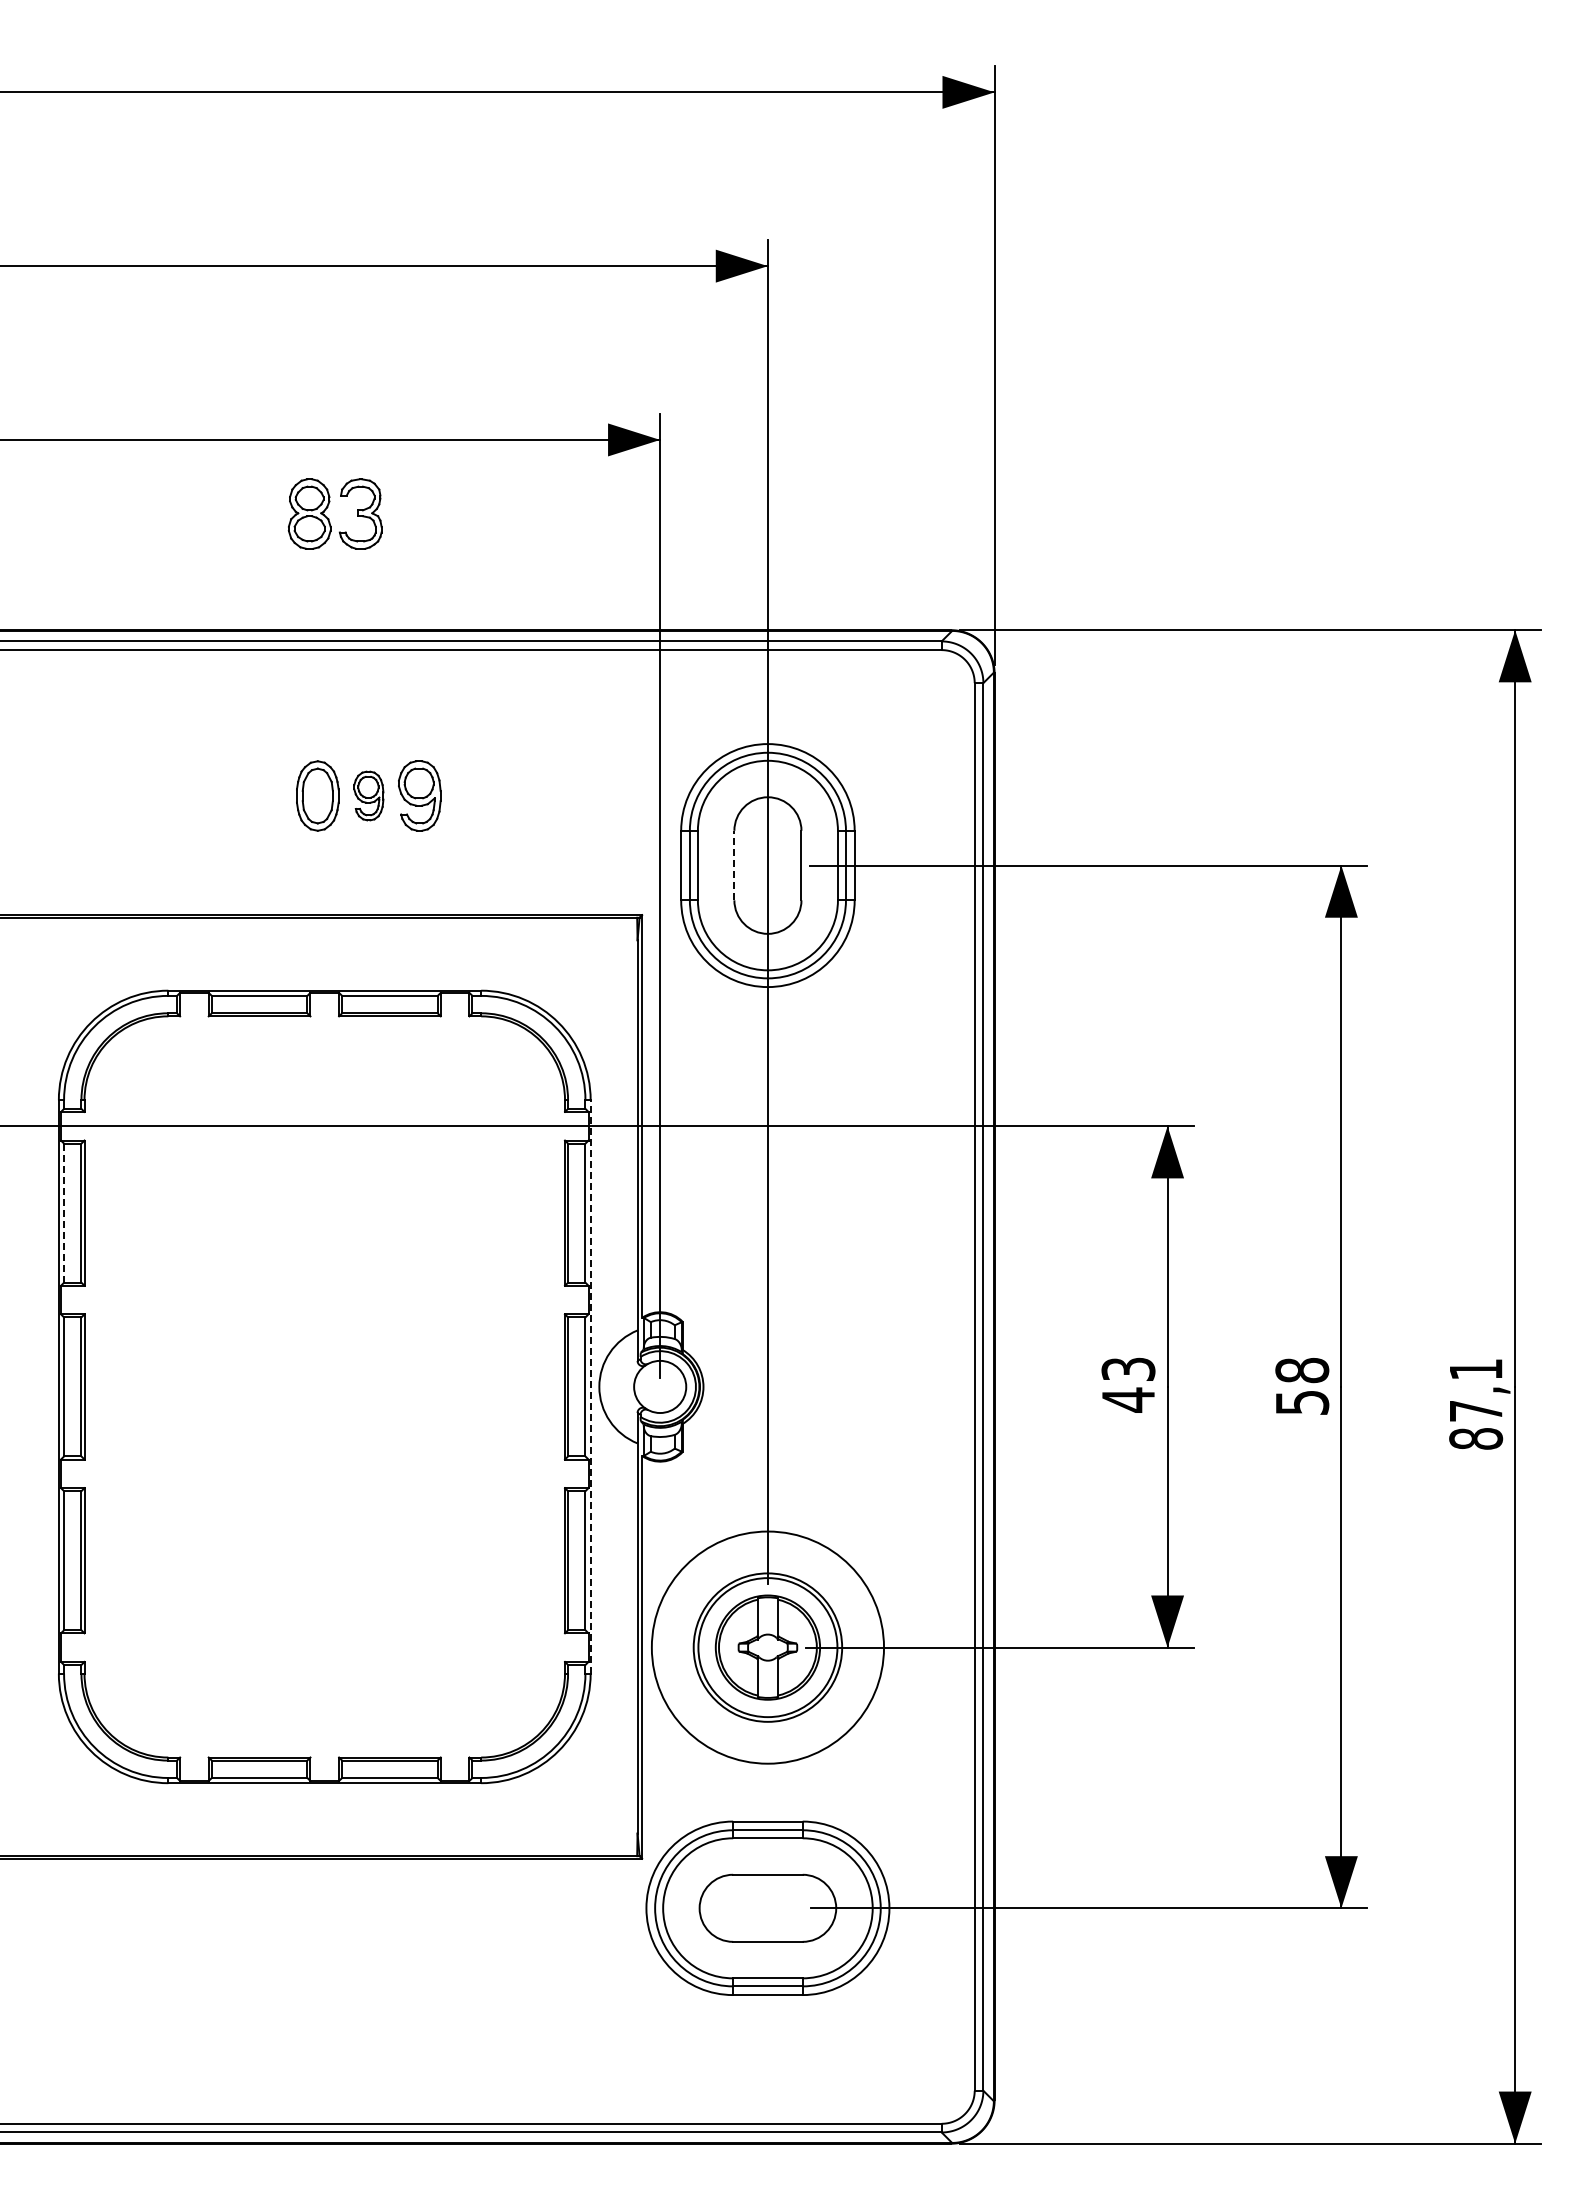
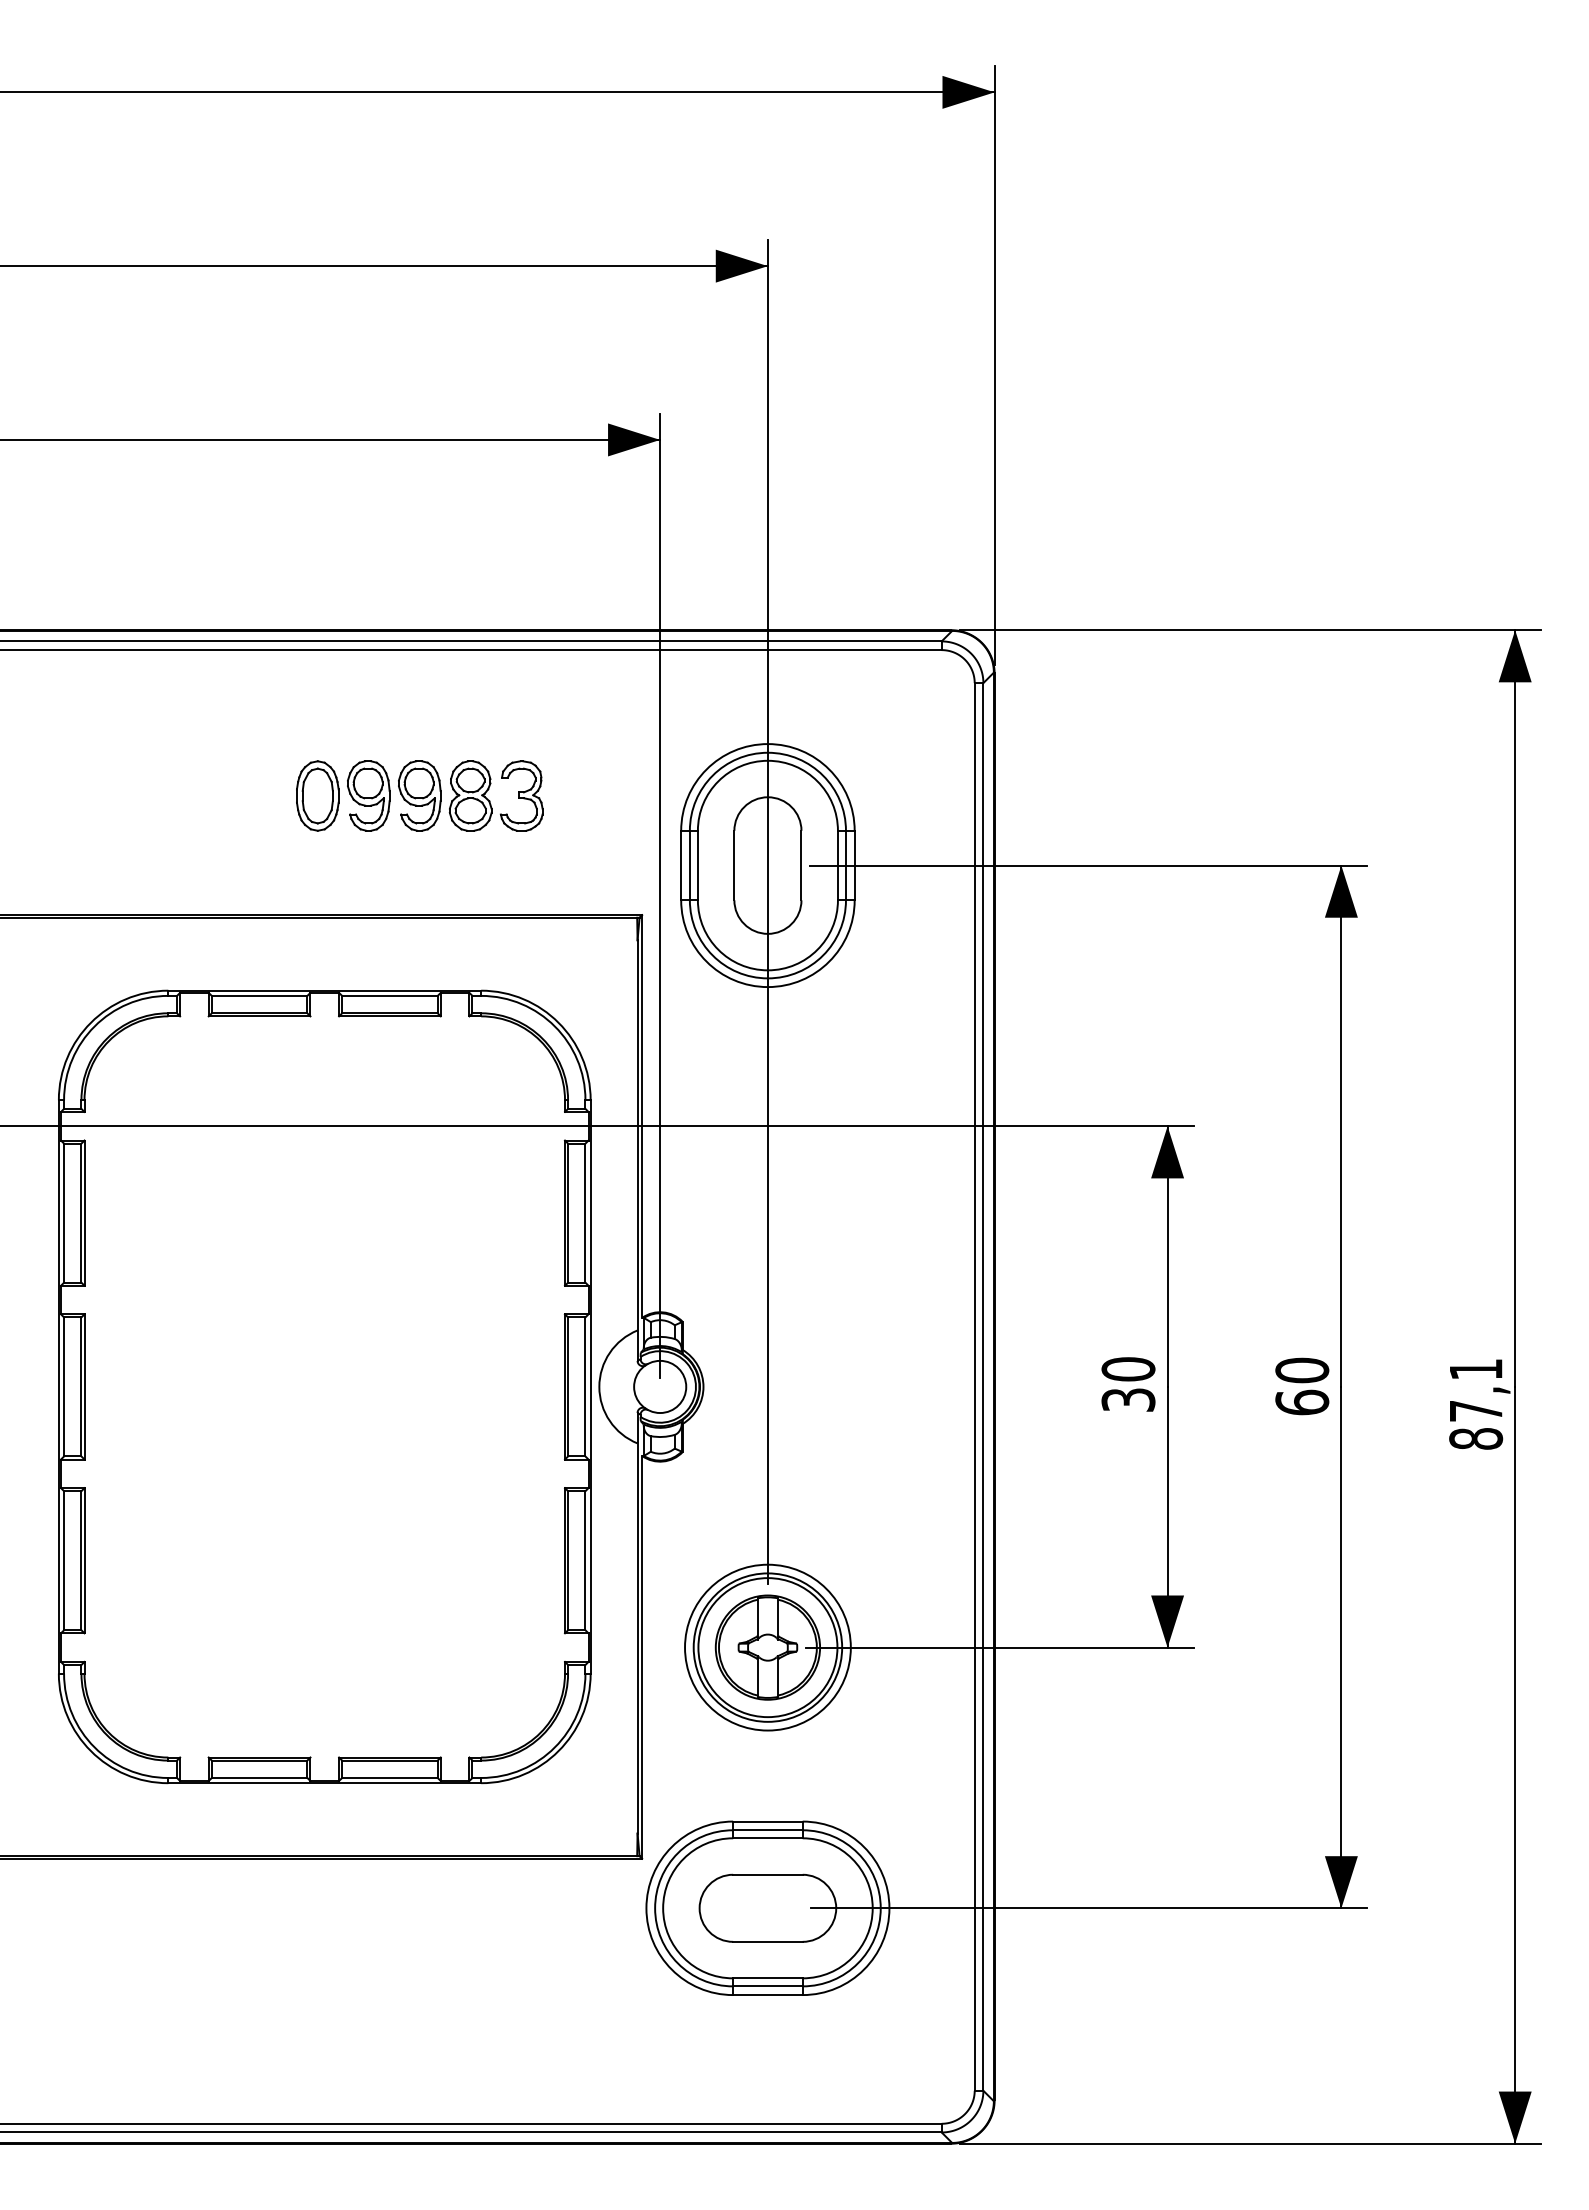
part at (329, 518) position: (329, 518) -> (490, 800)
part at (368, 795) size: 32x52 px -> 44x72 px
line at (734, 865): dashed -> solid
line at (64, 1213): dashed -> solid
text at (1128, 1384): 43 -> 30
line at (590, 1386): dashed -> solid
text at (1302, 1386): 58 -> 60
circle at (767, 1647) diameter: 232 px -> 166 px
